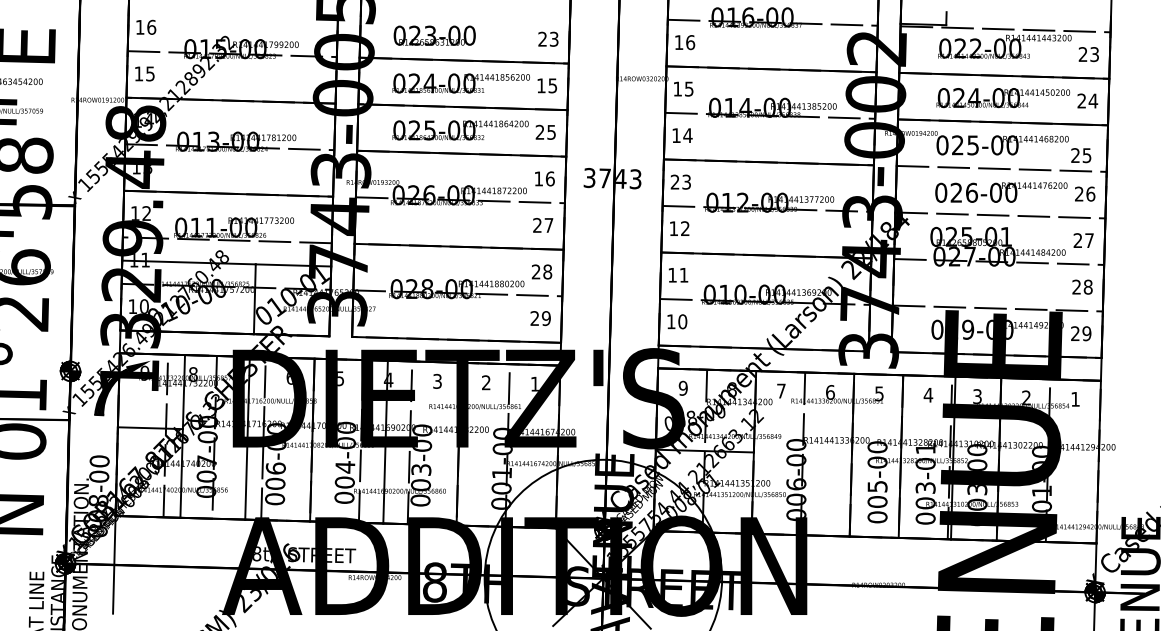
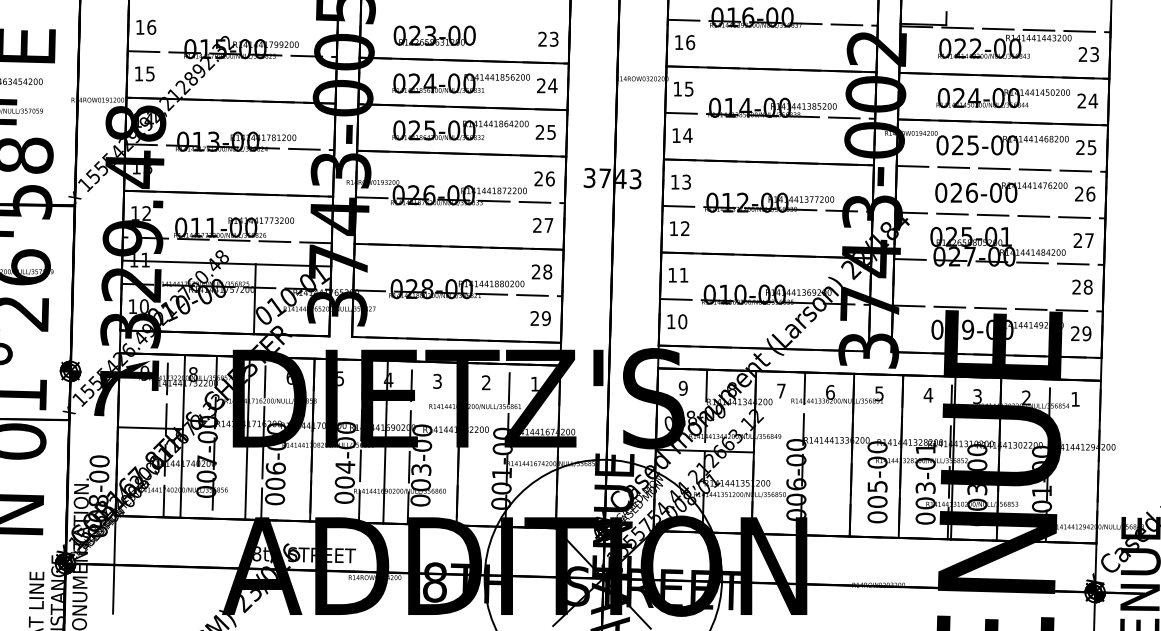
text at (547, 85): 15 -> 24
text at (1081, 155) position: (1081, 155) -> (1086, 147)
text at (538, 178): 16 -> 26
text at (674, 181): 23 -> 13
